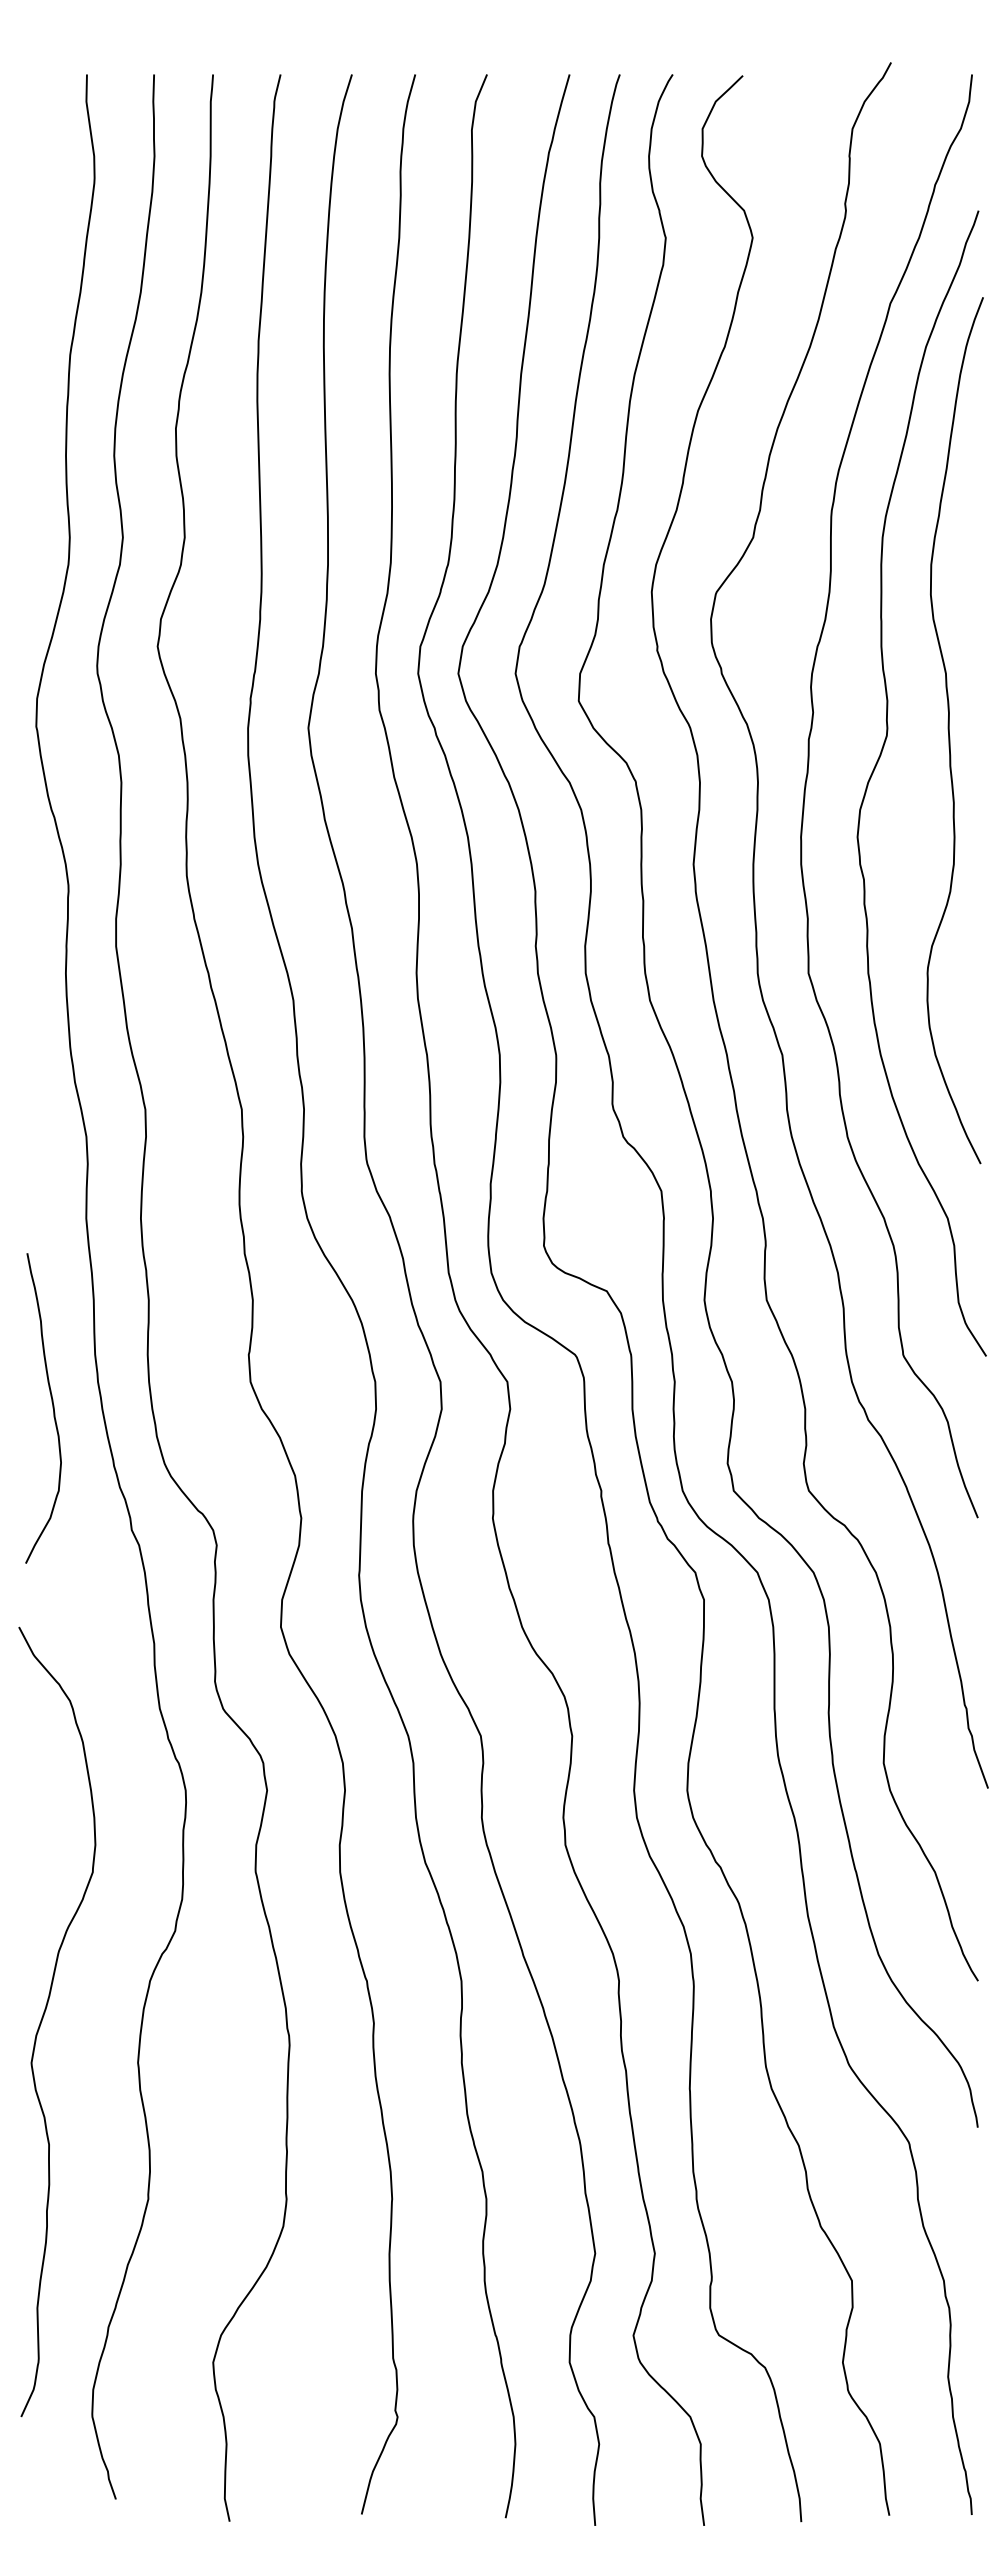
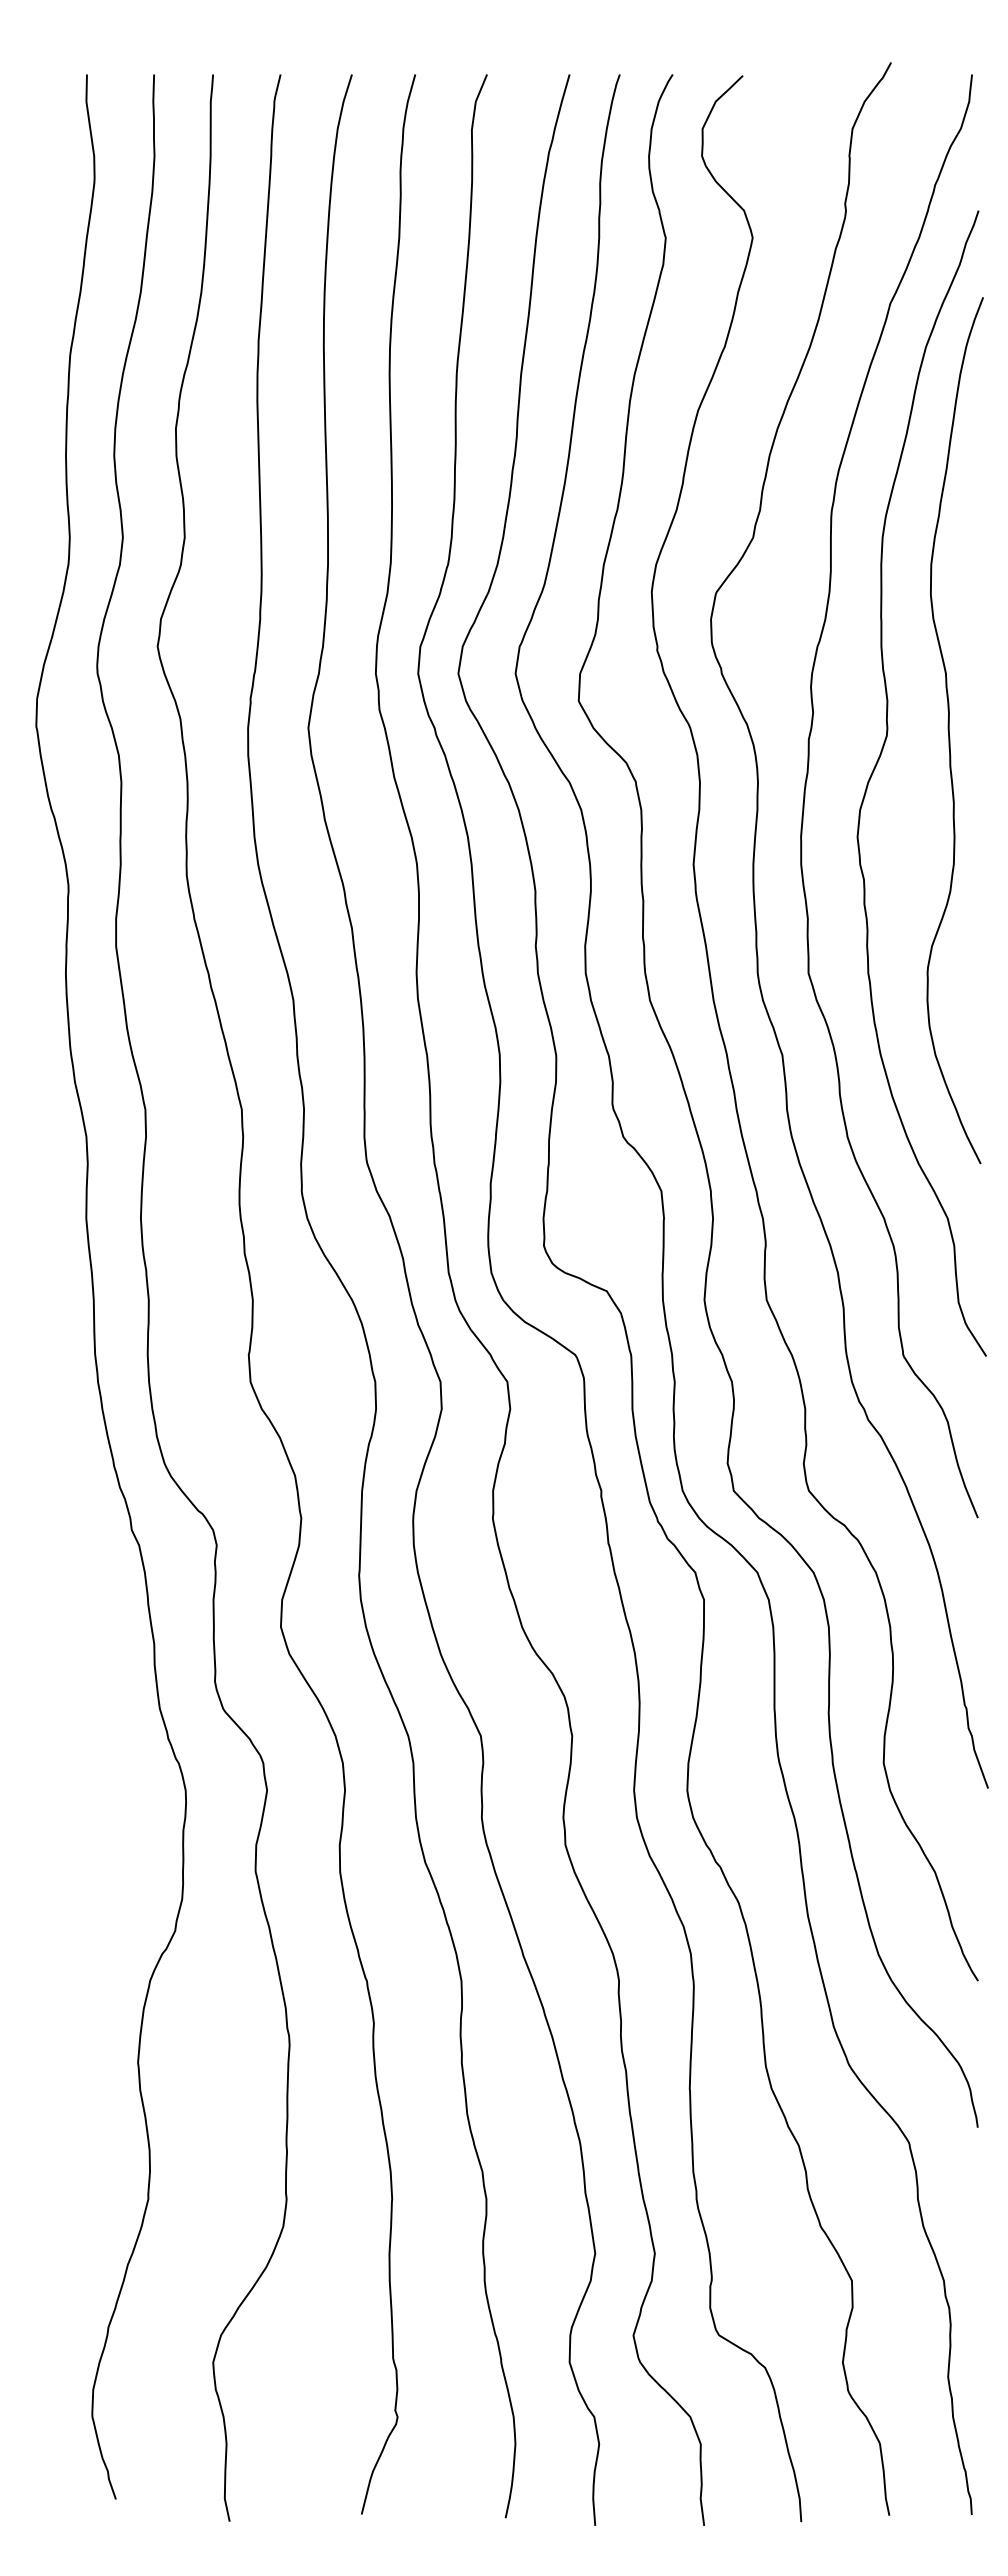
curve at (52, 1408): present -> none
curve at (44, 2015): present -> none
